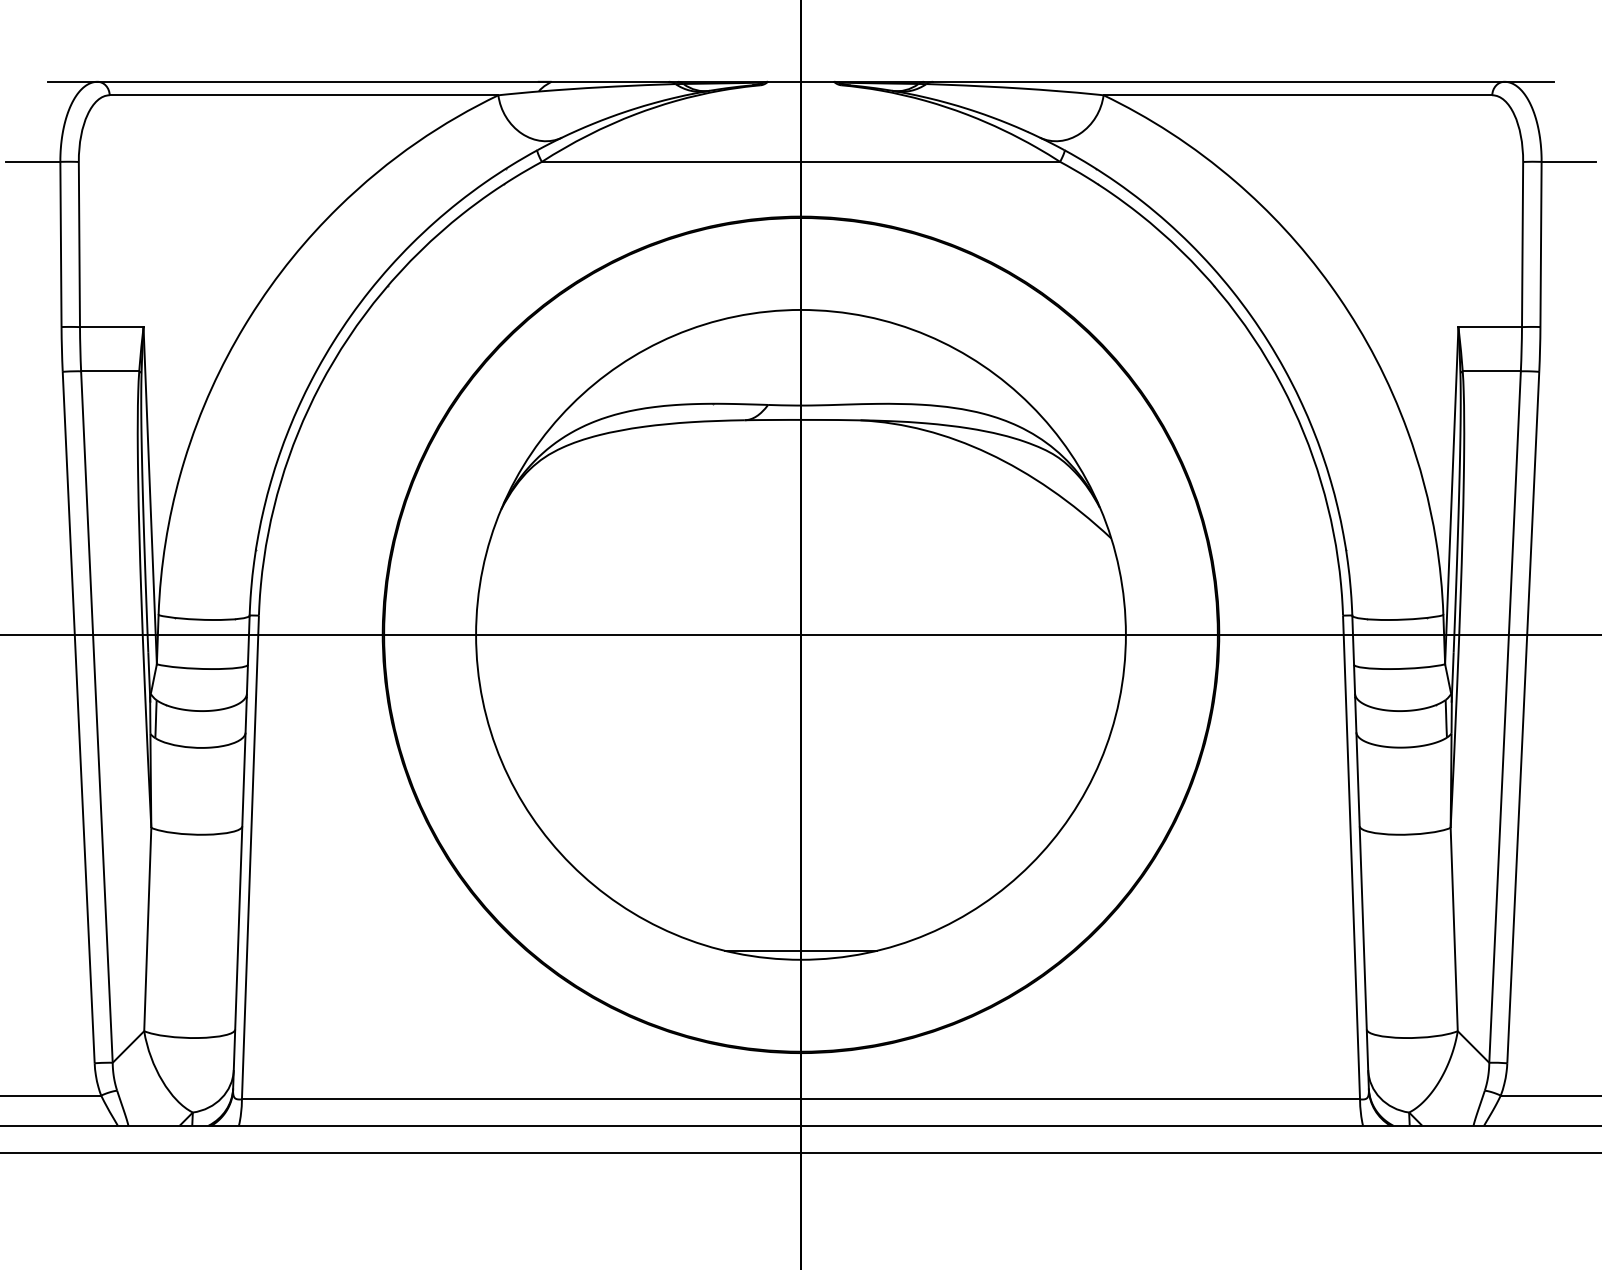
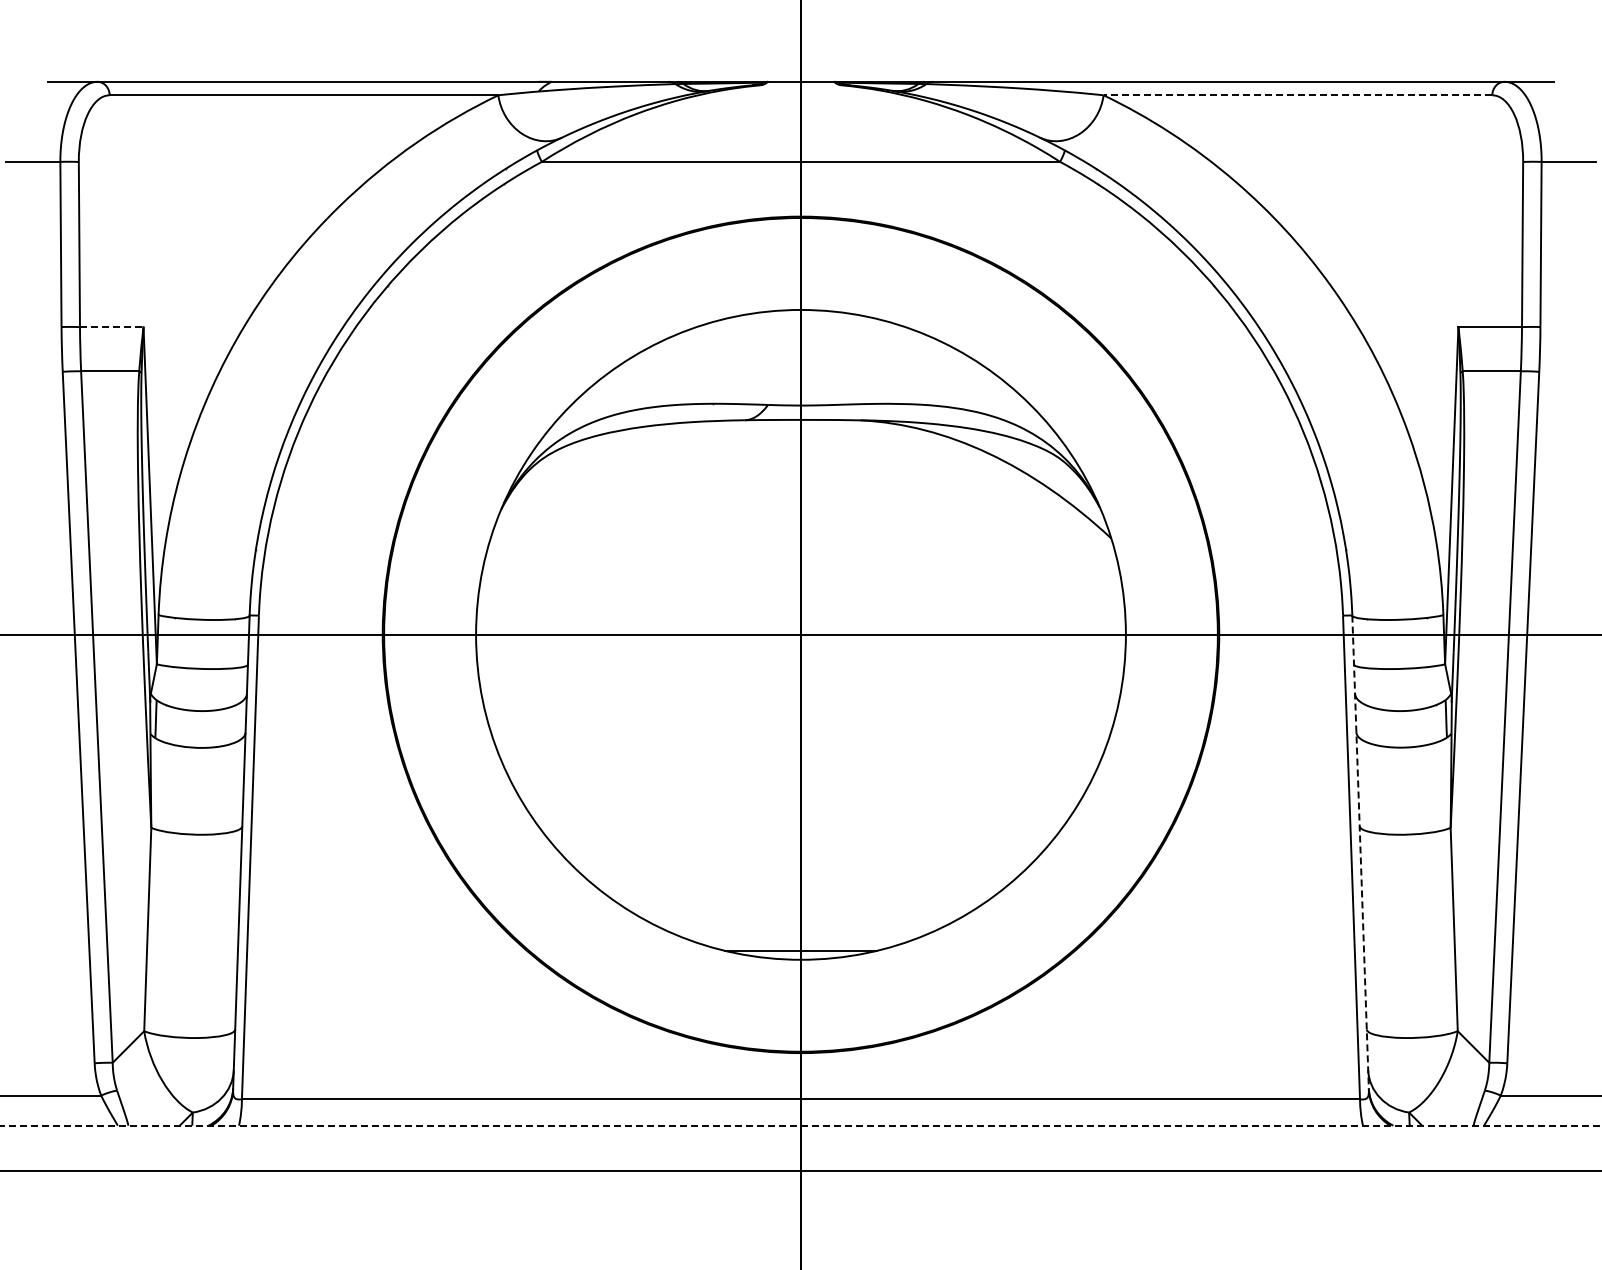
line at (1297, 95): solid -> dashed
line at (111, 327): solid -> dashed
line at (1360, 853): solid -> dashed
line at (801, 1125): solid -> dashed
line at (800, 1153) position: (800, 1153) -> (800, 1171)
